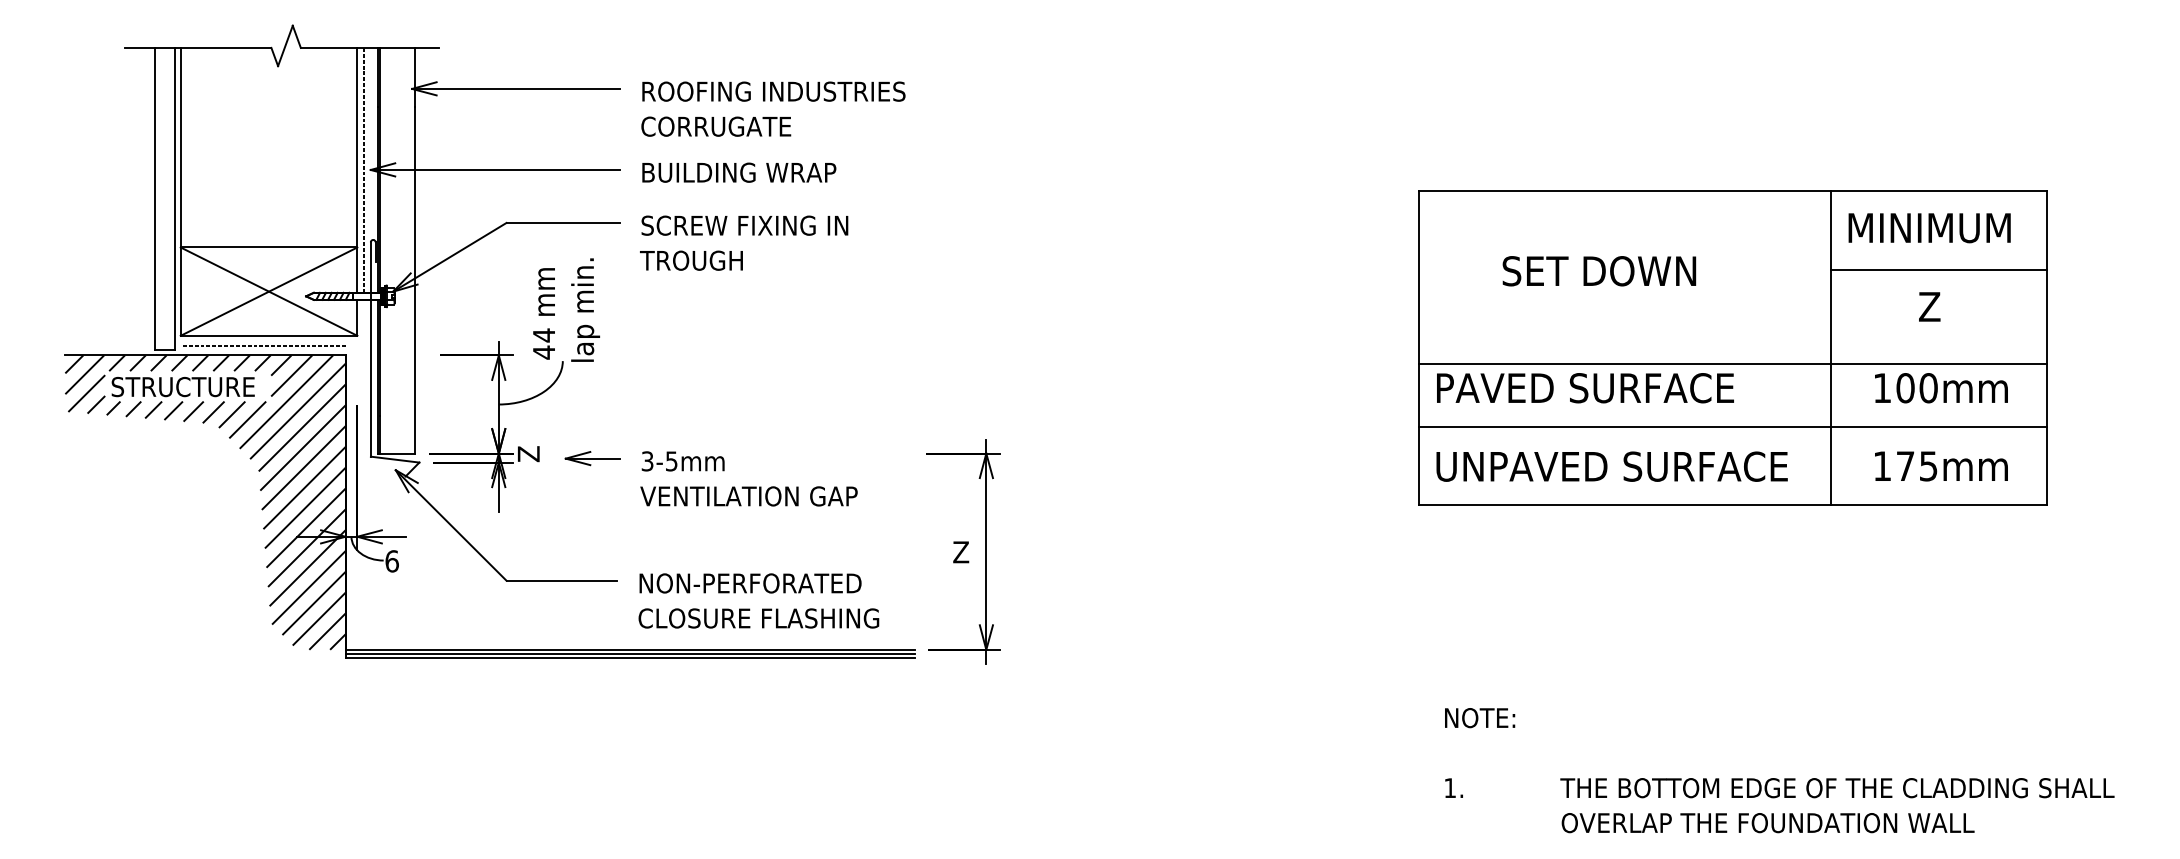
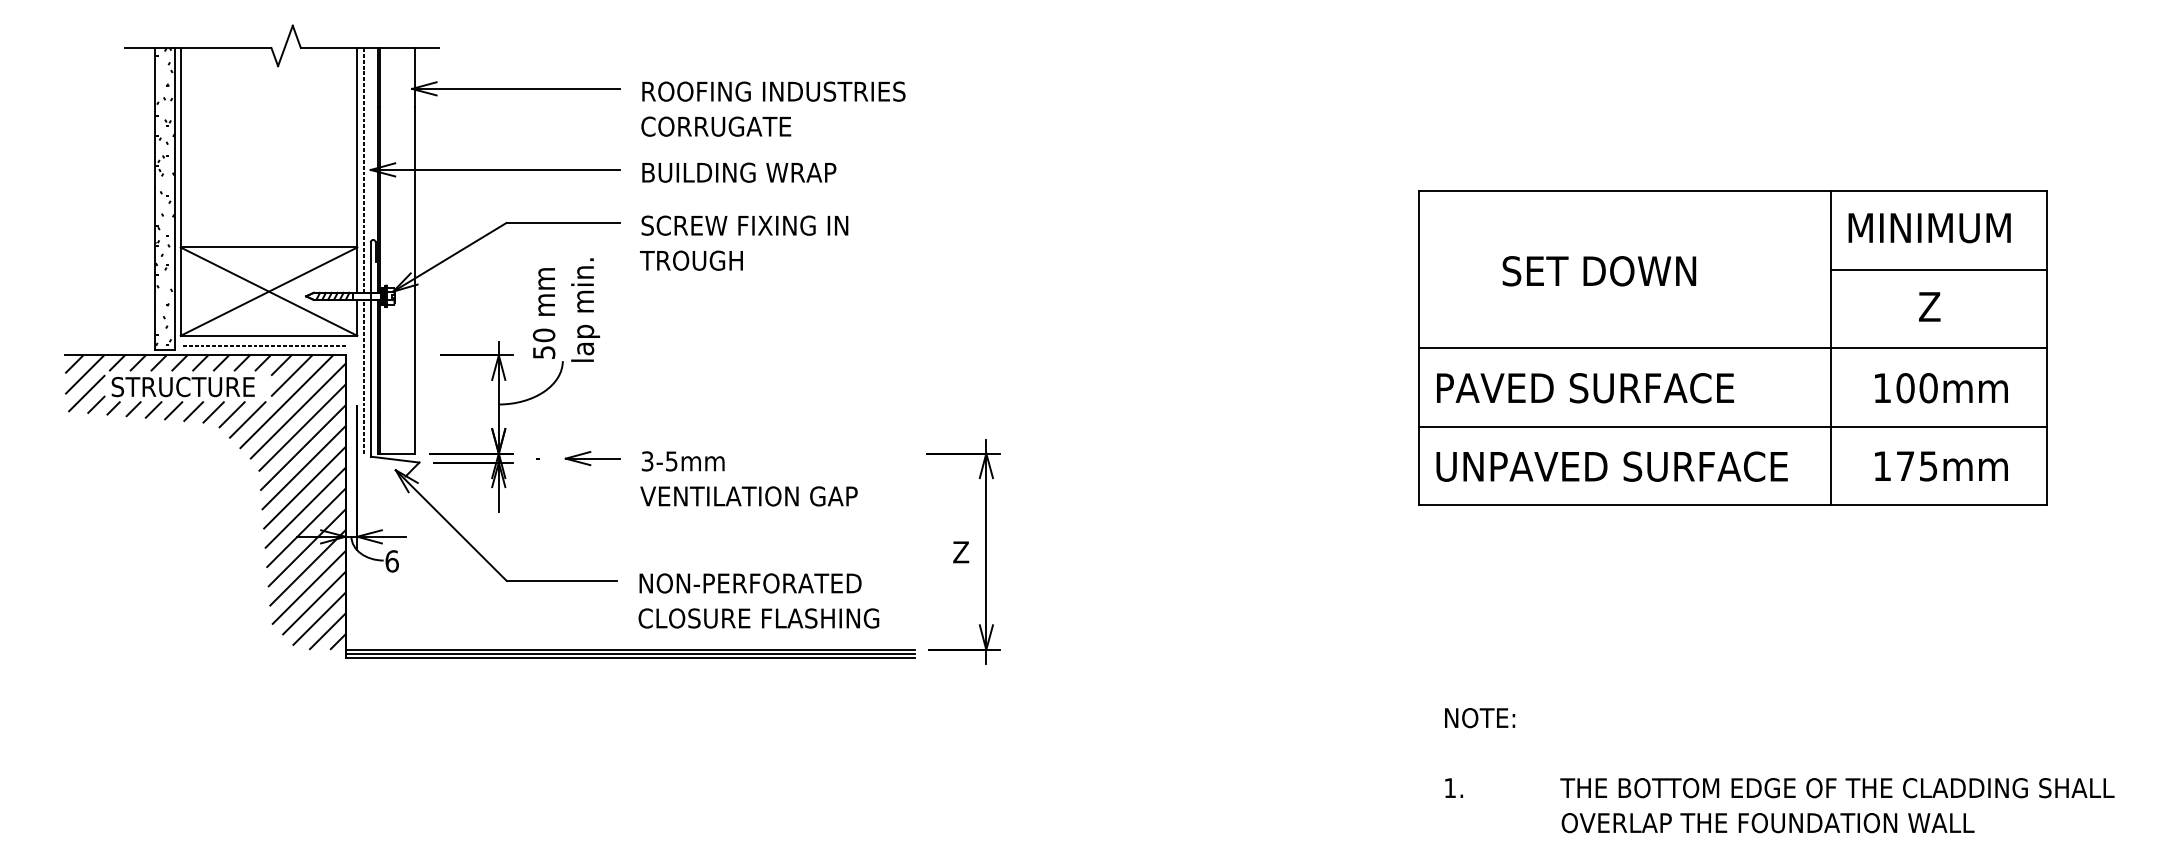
hatch at (164, 196): none -> present
text at (543, 343): 44 -> 50
line at (1733, 364) position: (1733, 364) -> (1733, 348)
line at (363, 376): none -> present
text at (528, 454): Z -> .
